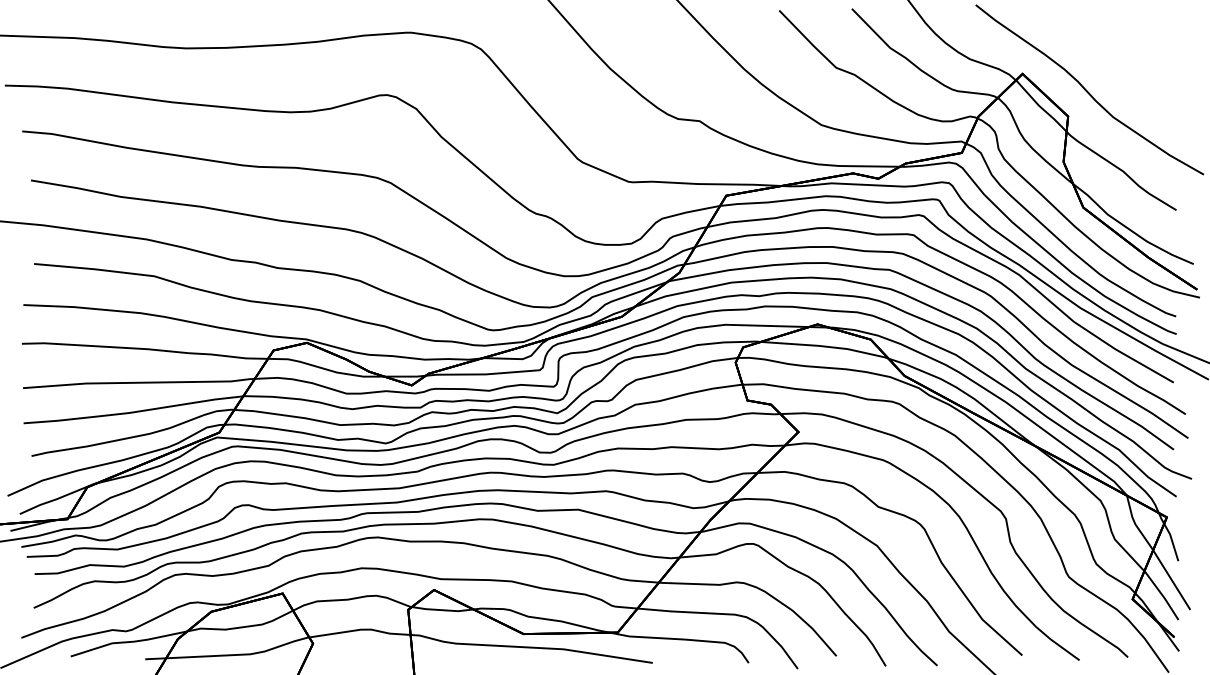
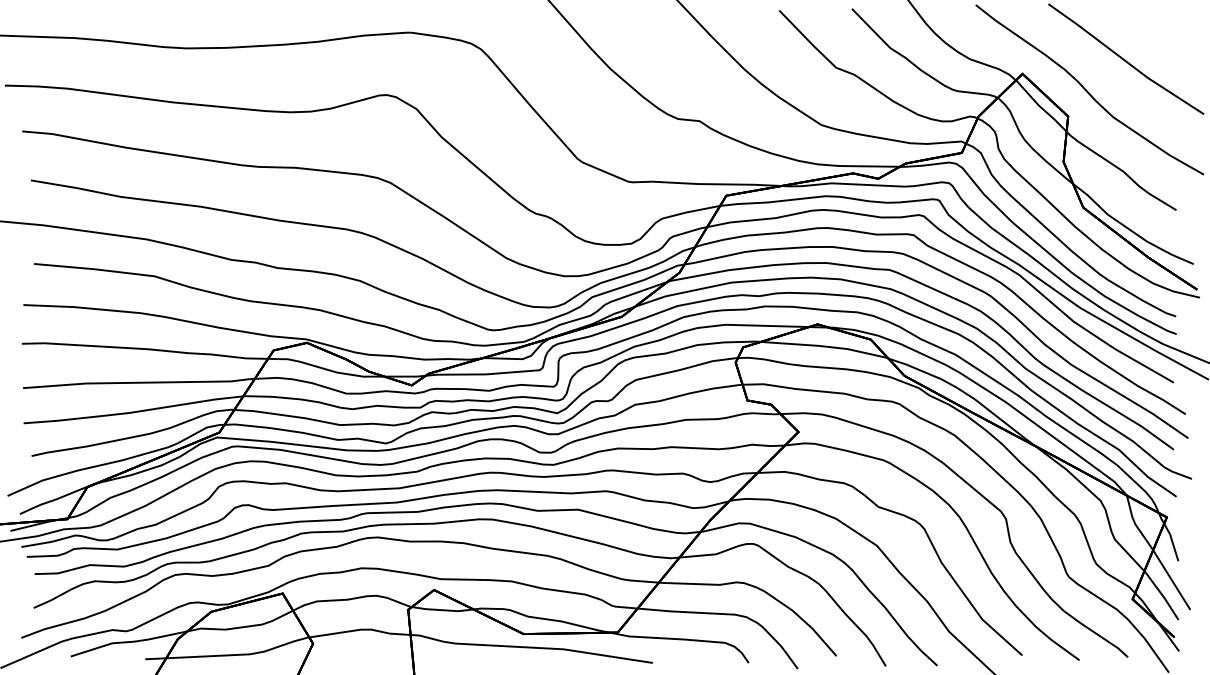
part at (1126, 58): none -> present
